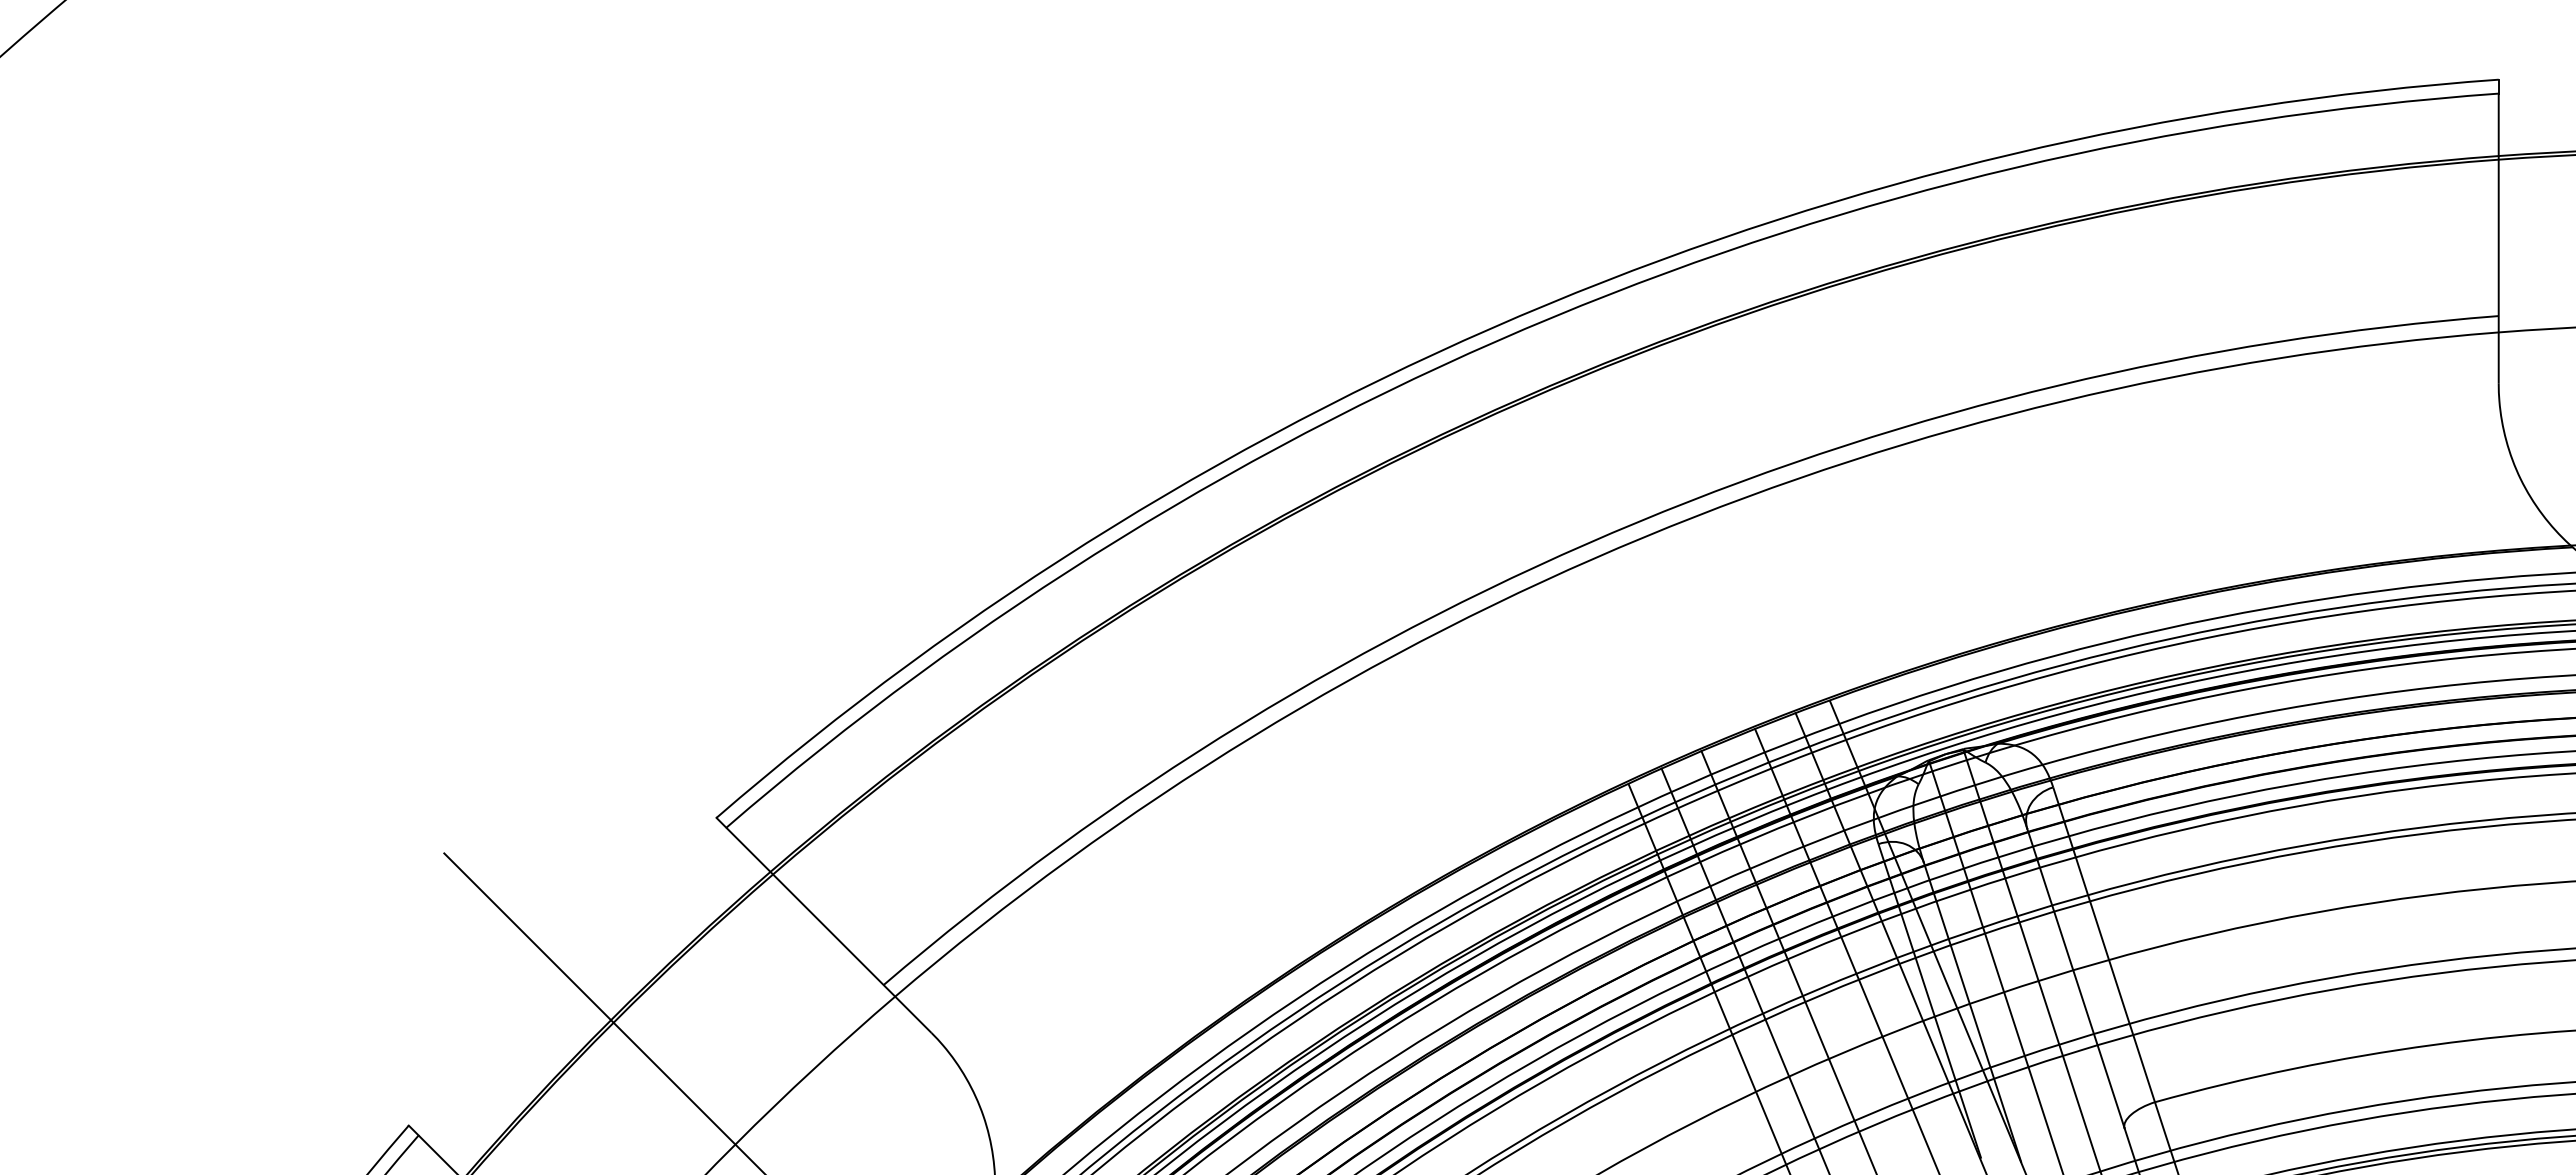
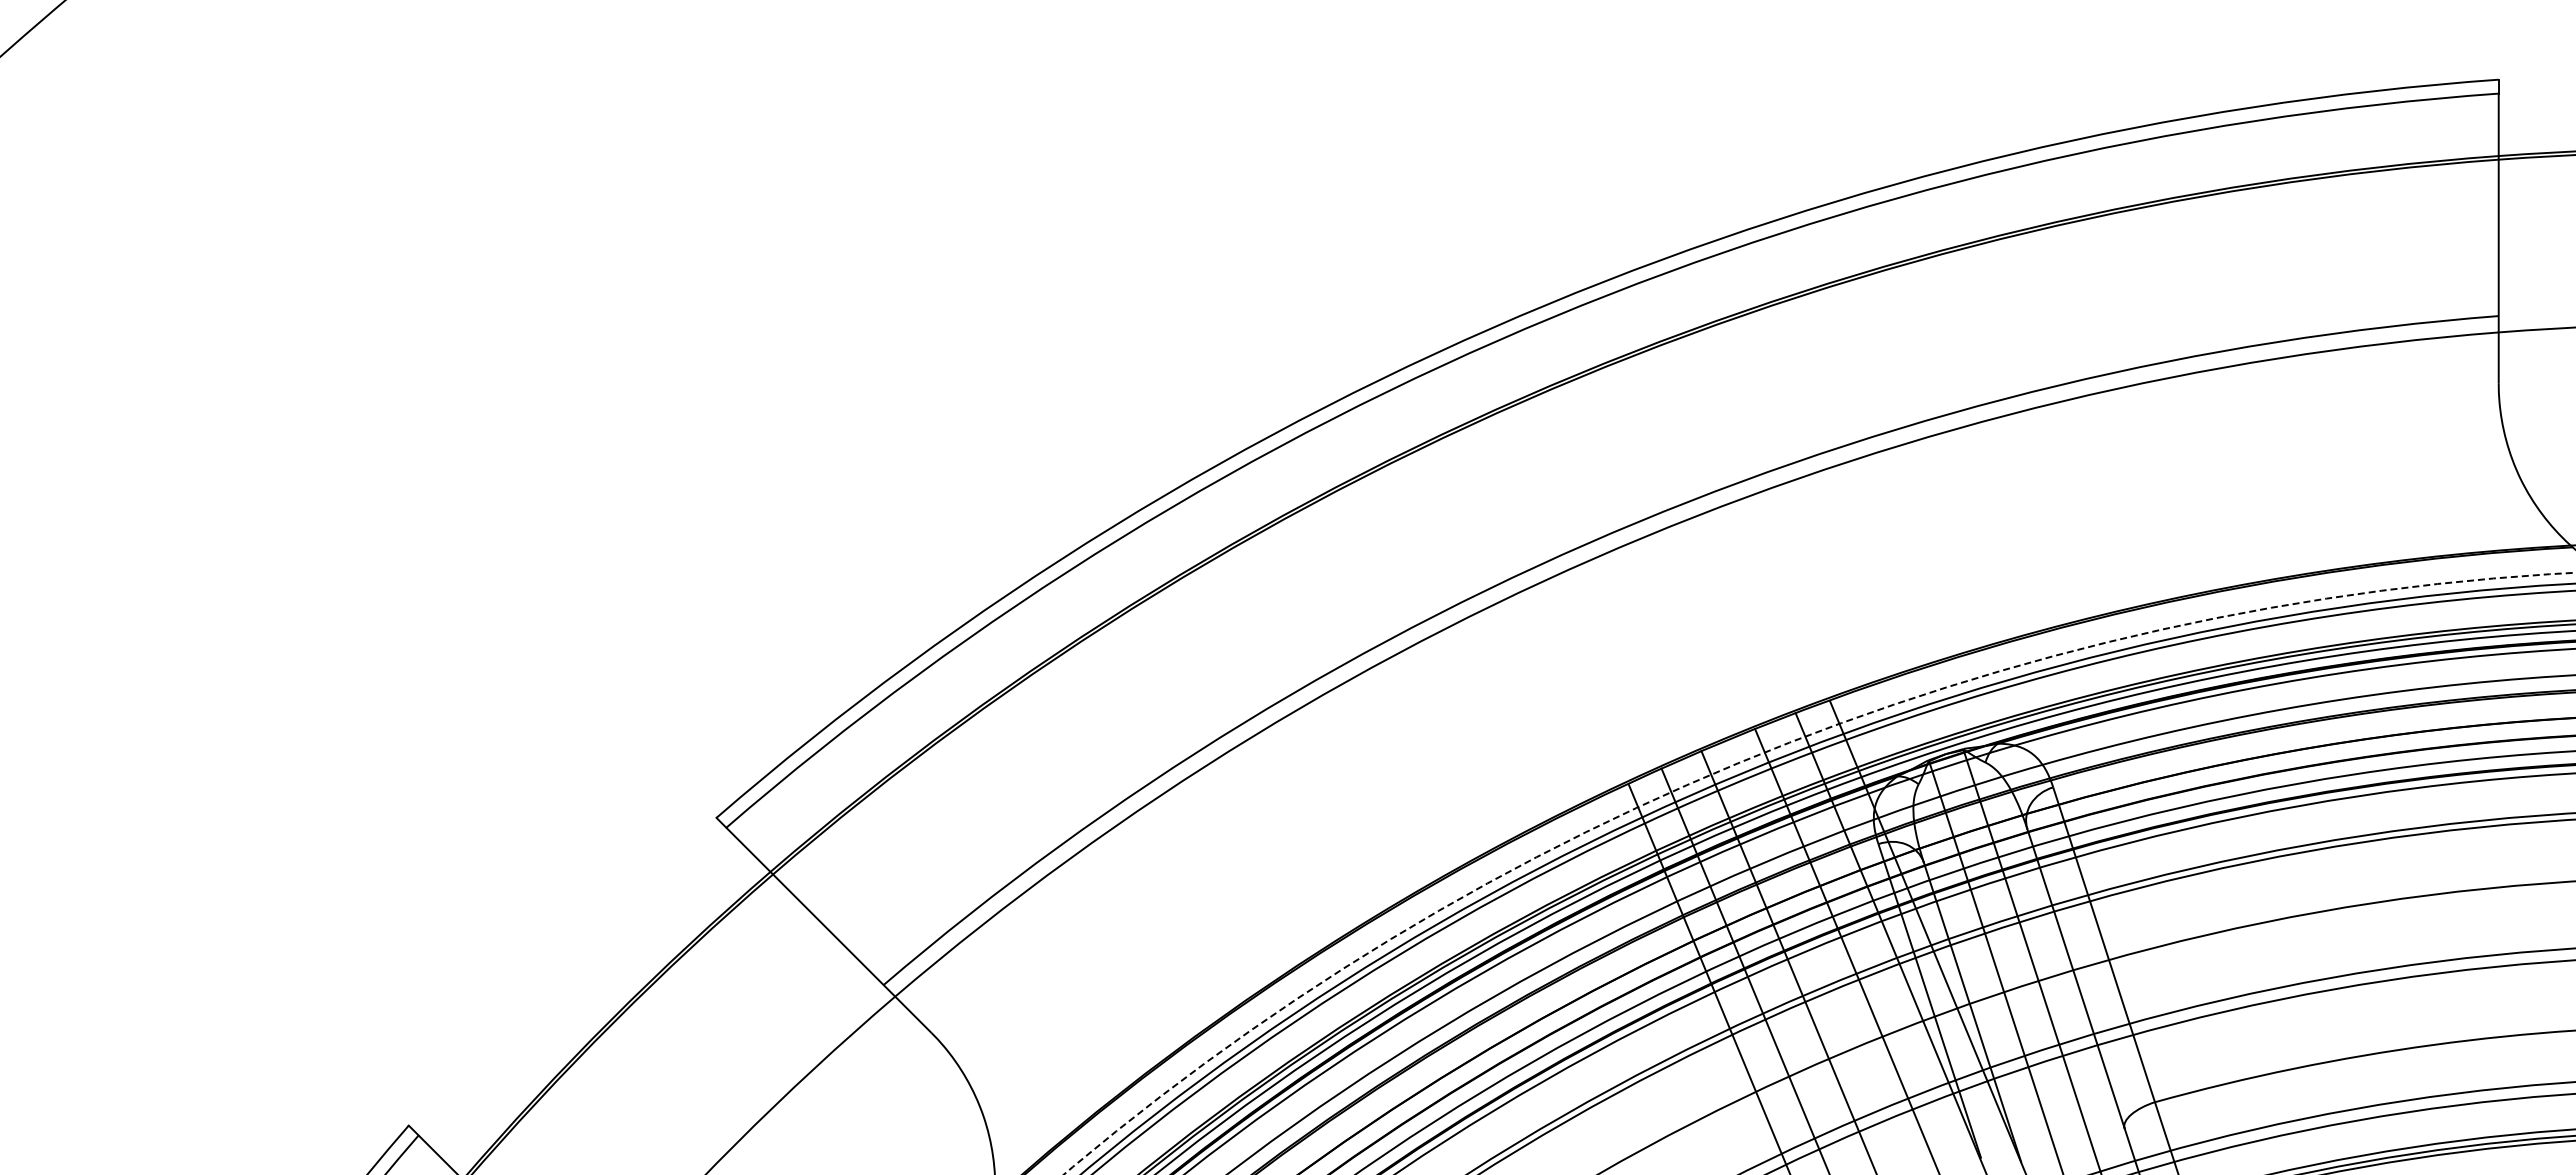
arc at (1770, 750): solid -> dashed
line at (603, 1012): present -> none
